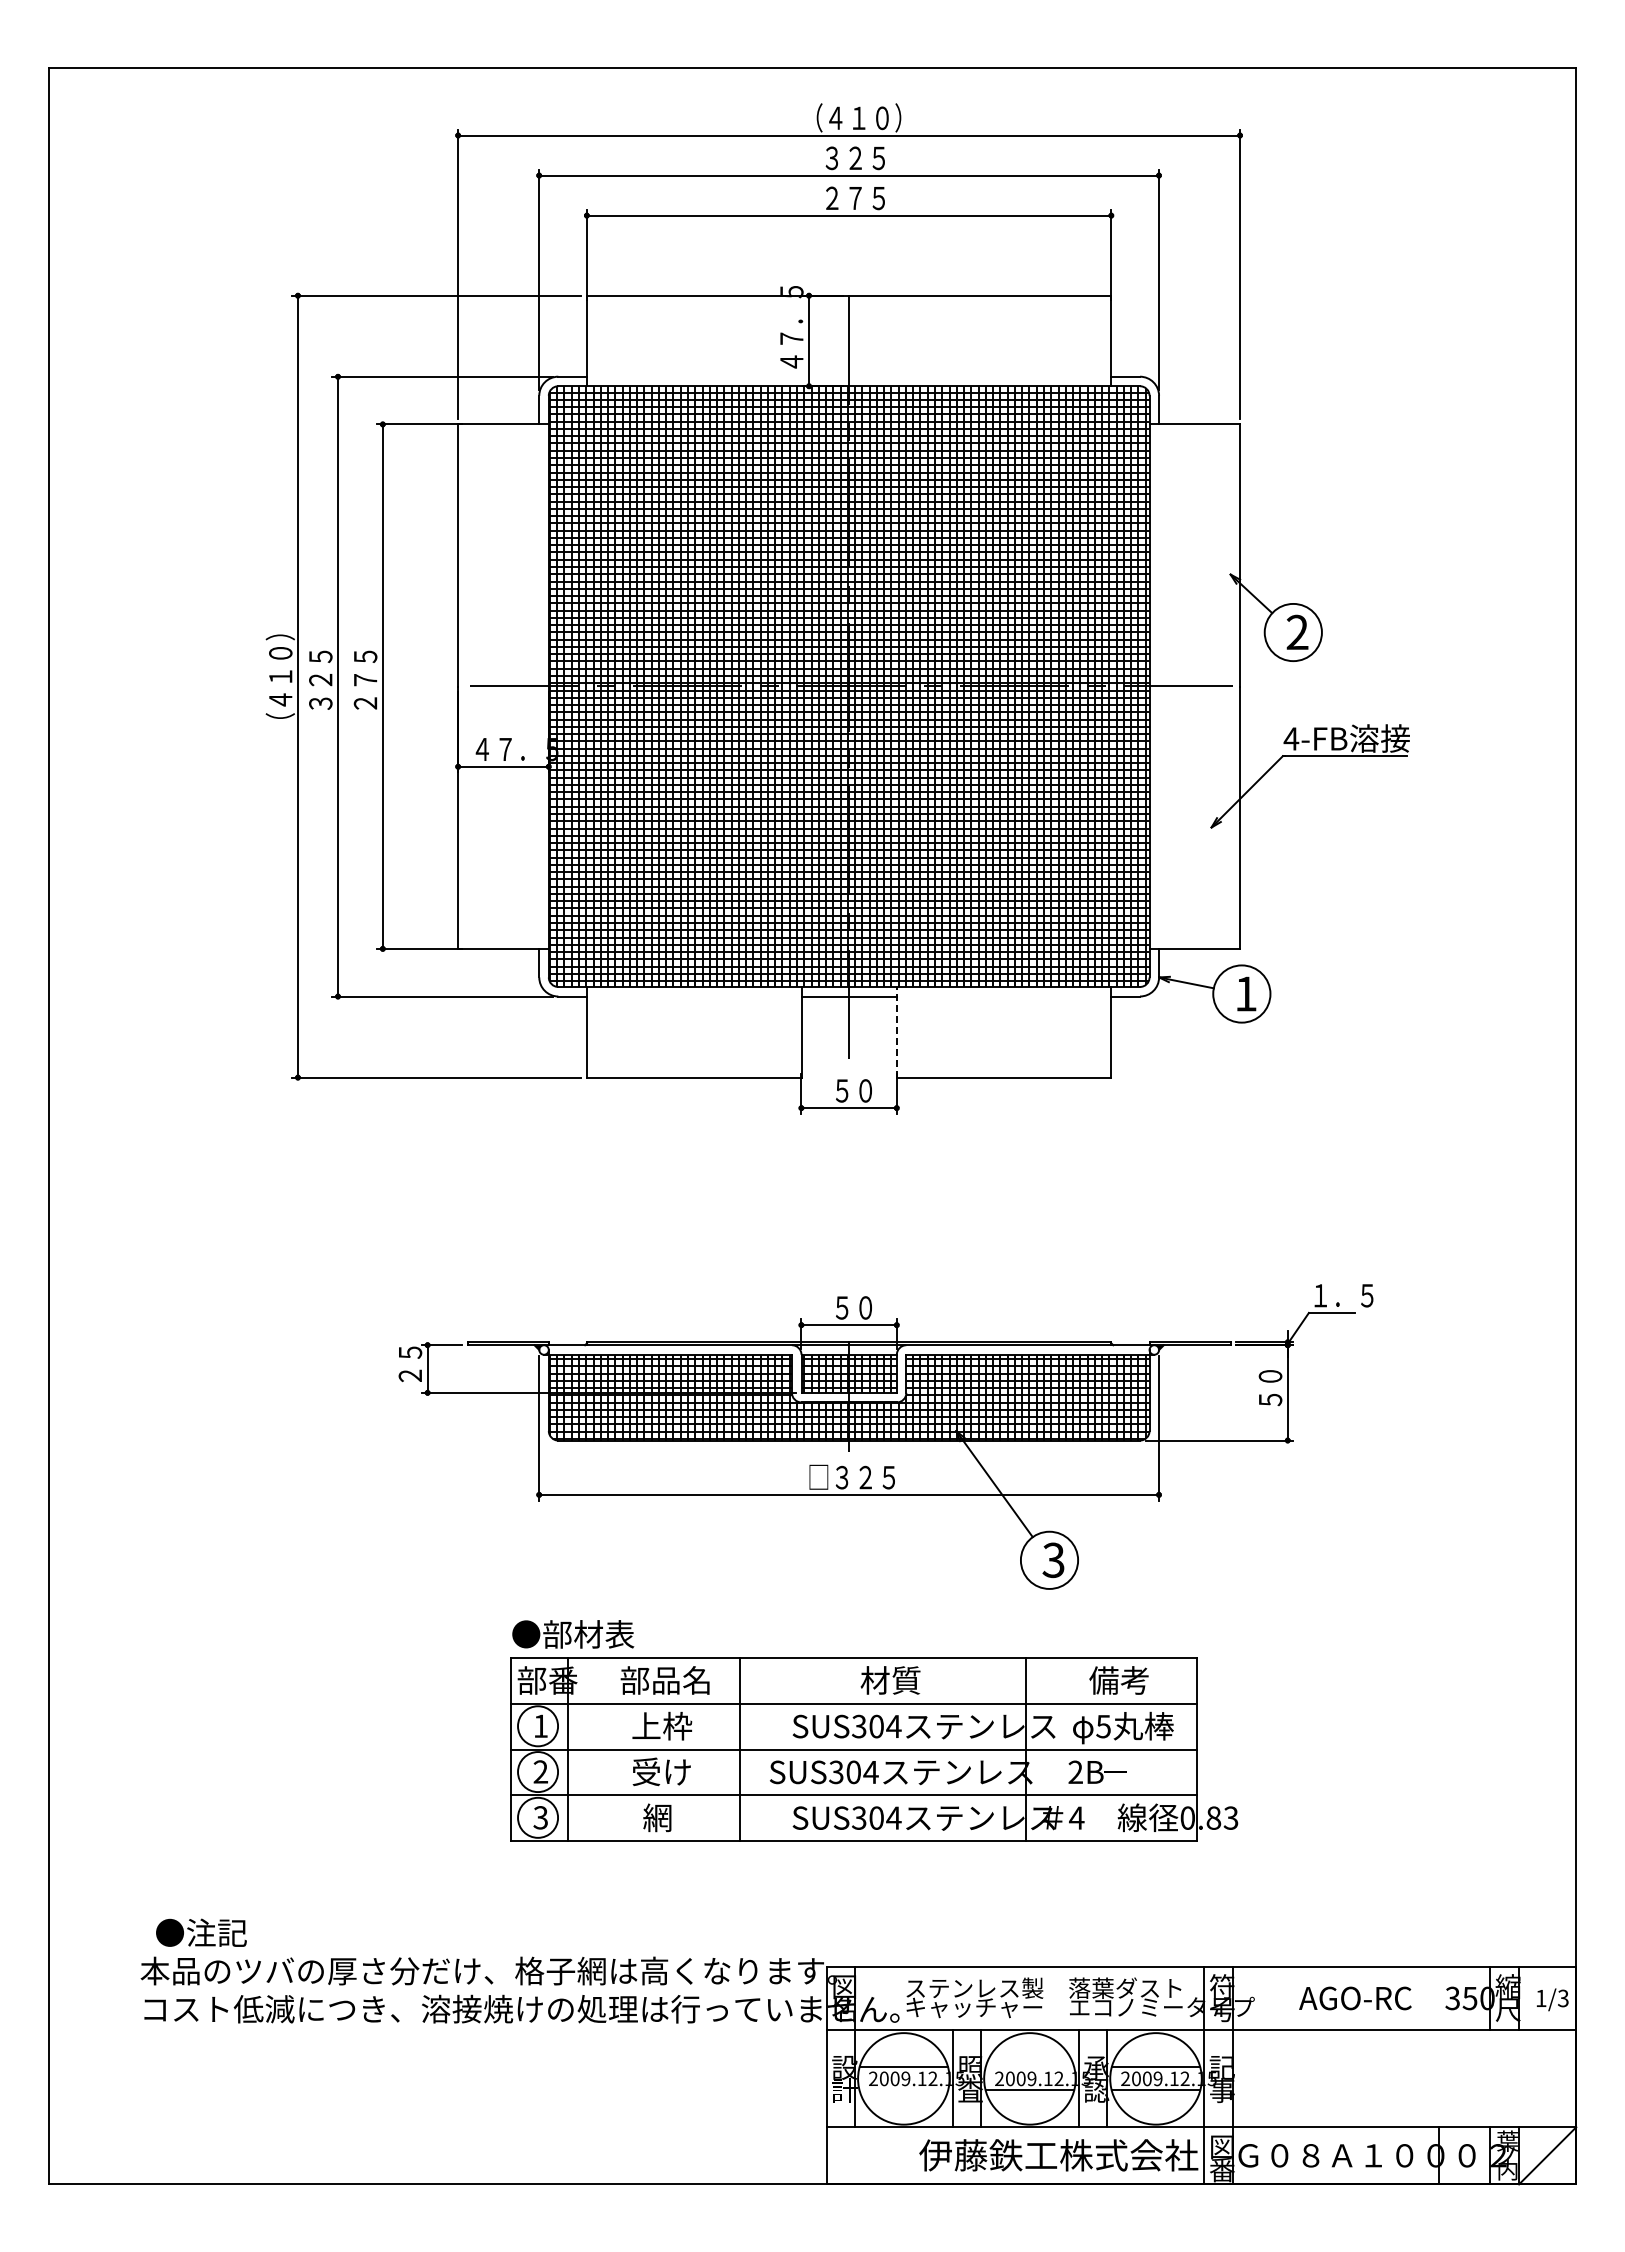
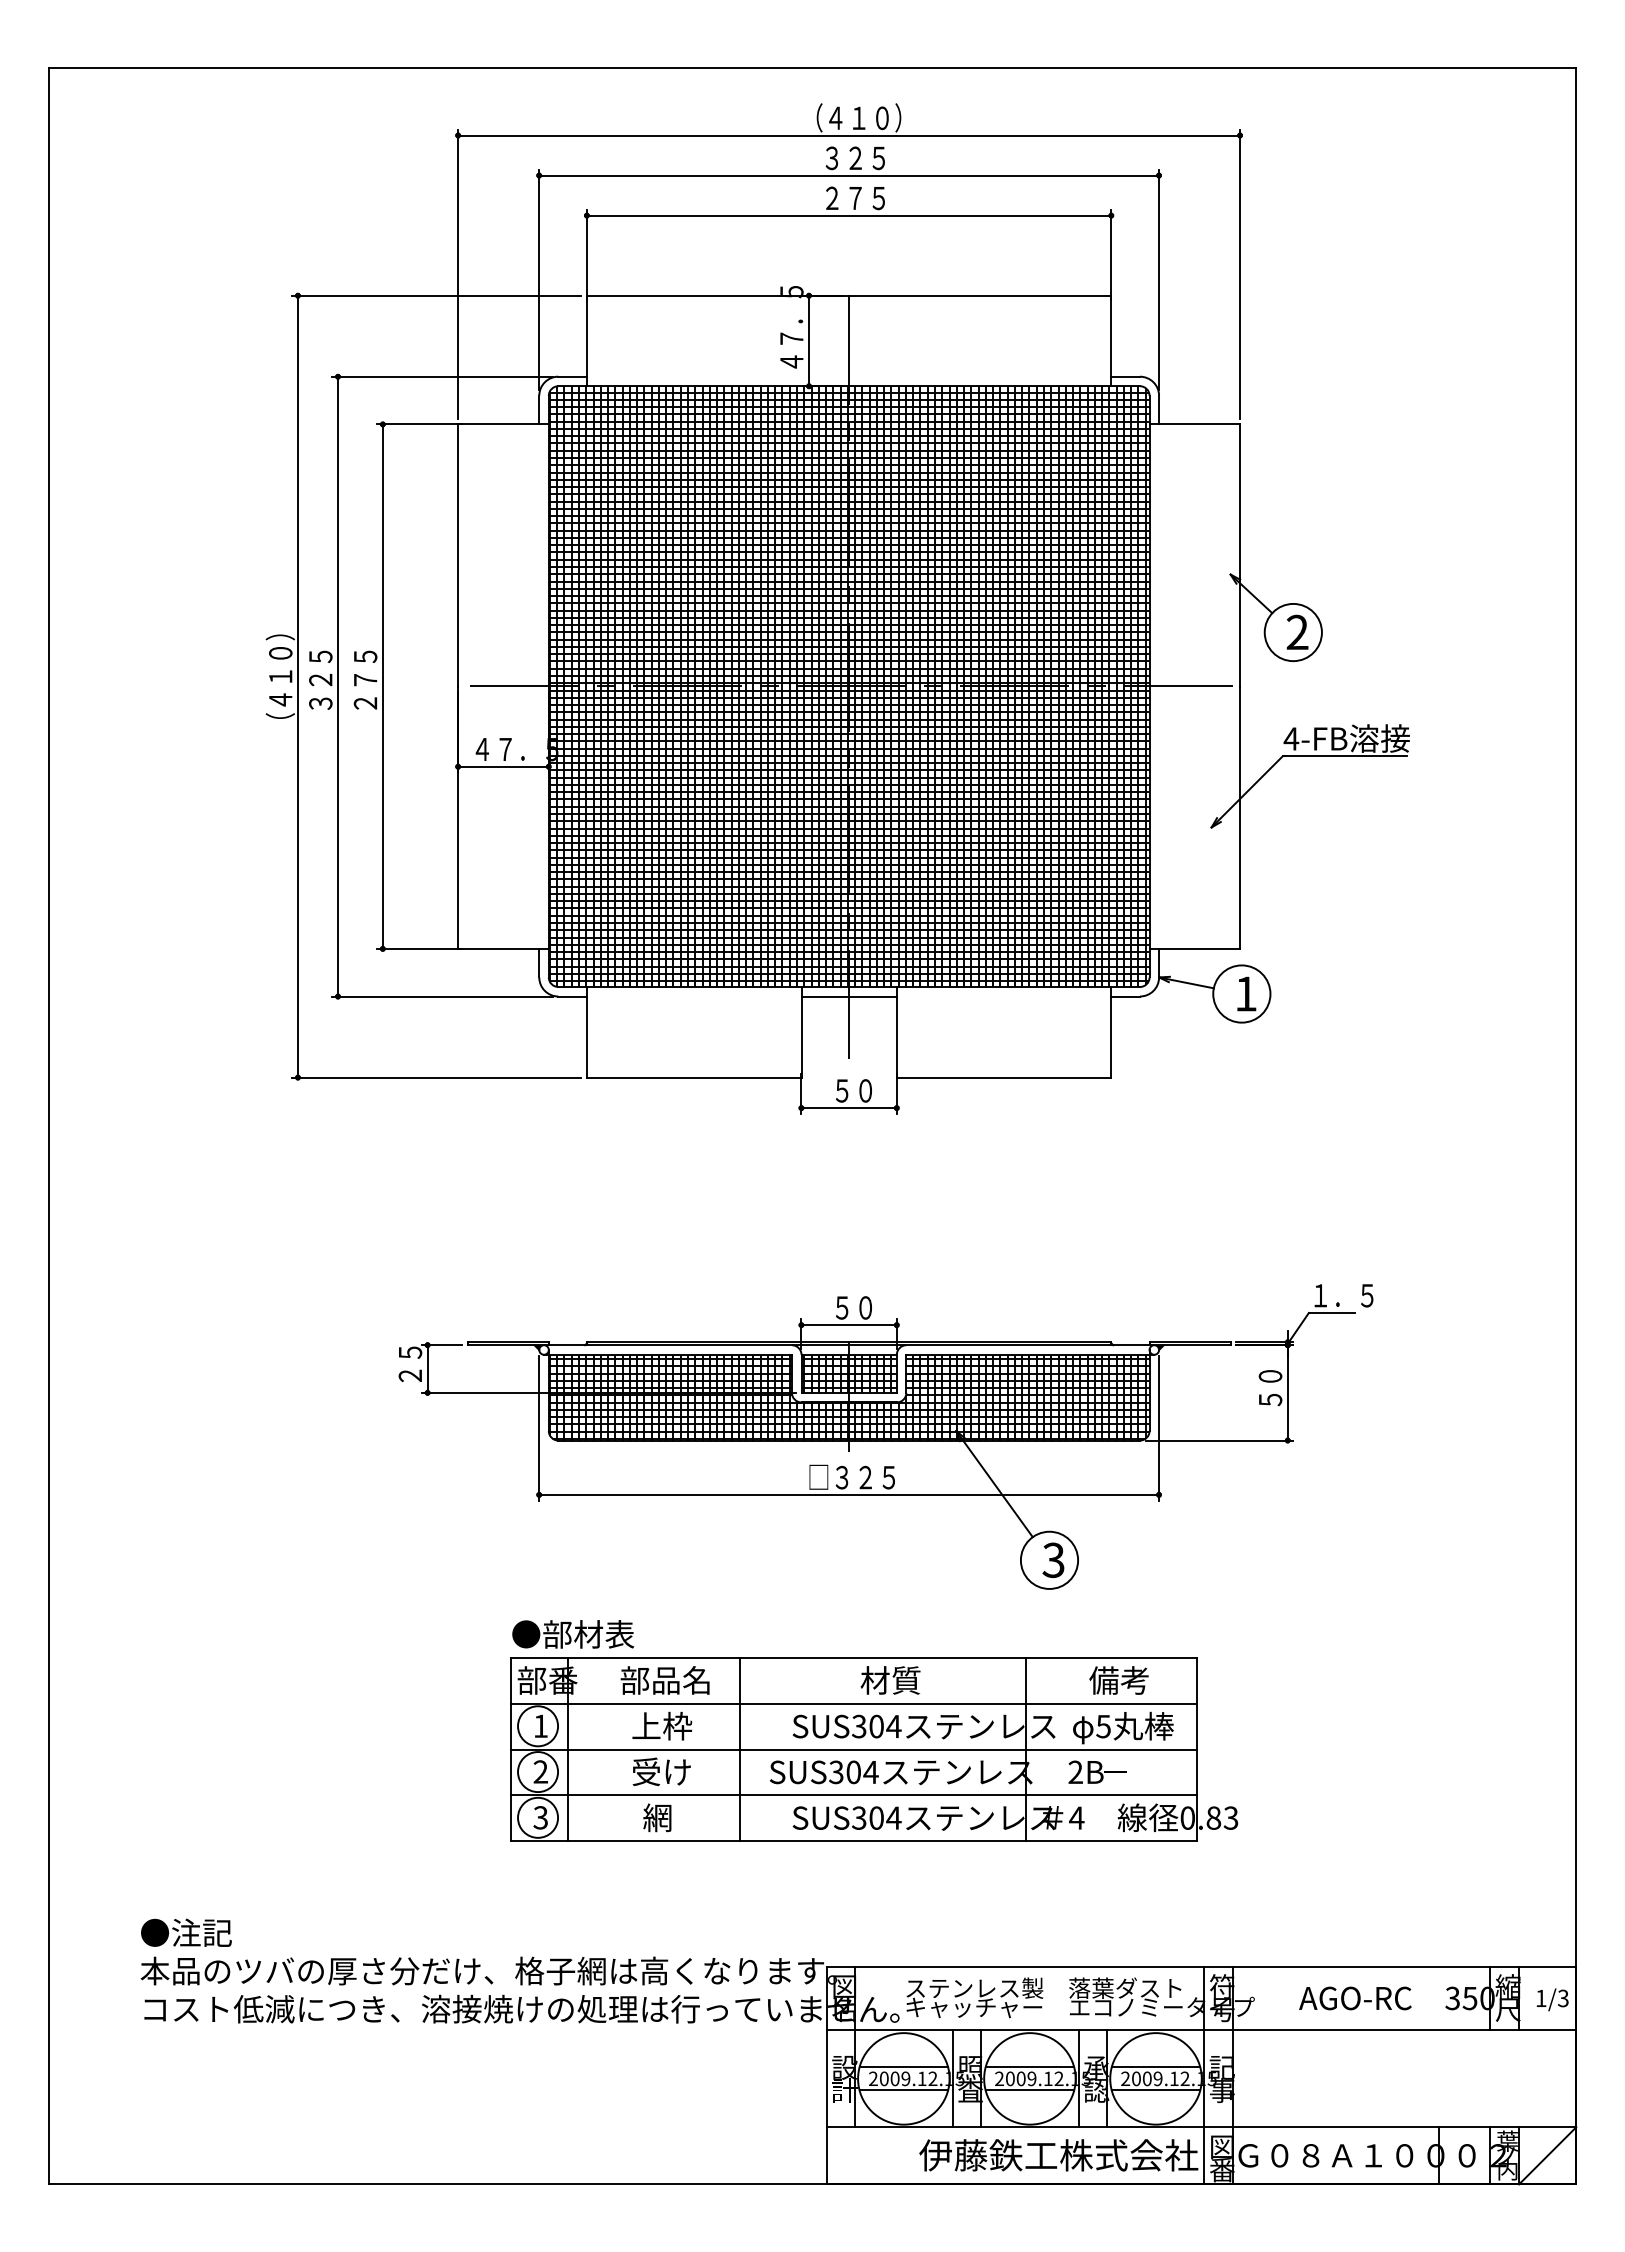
line at (896, 1031): dashed -> solid
text at (201, 1932) position: (201, 1932) -> (186, 1932)
line at (1029, 2067): none -> present
line at (903, 2090): none -> present
